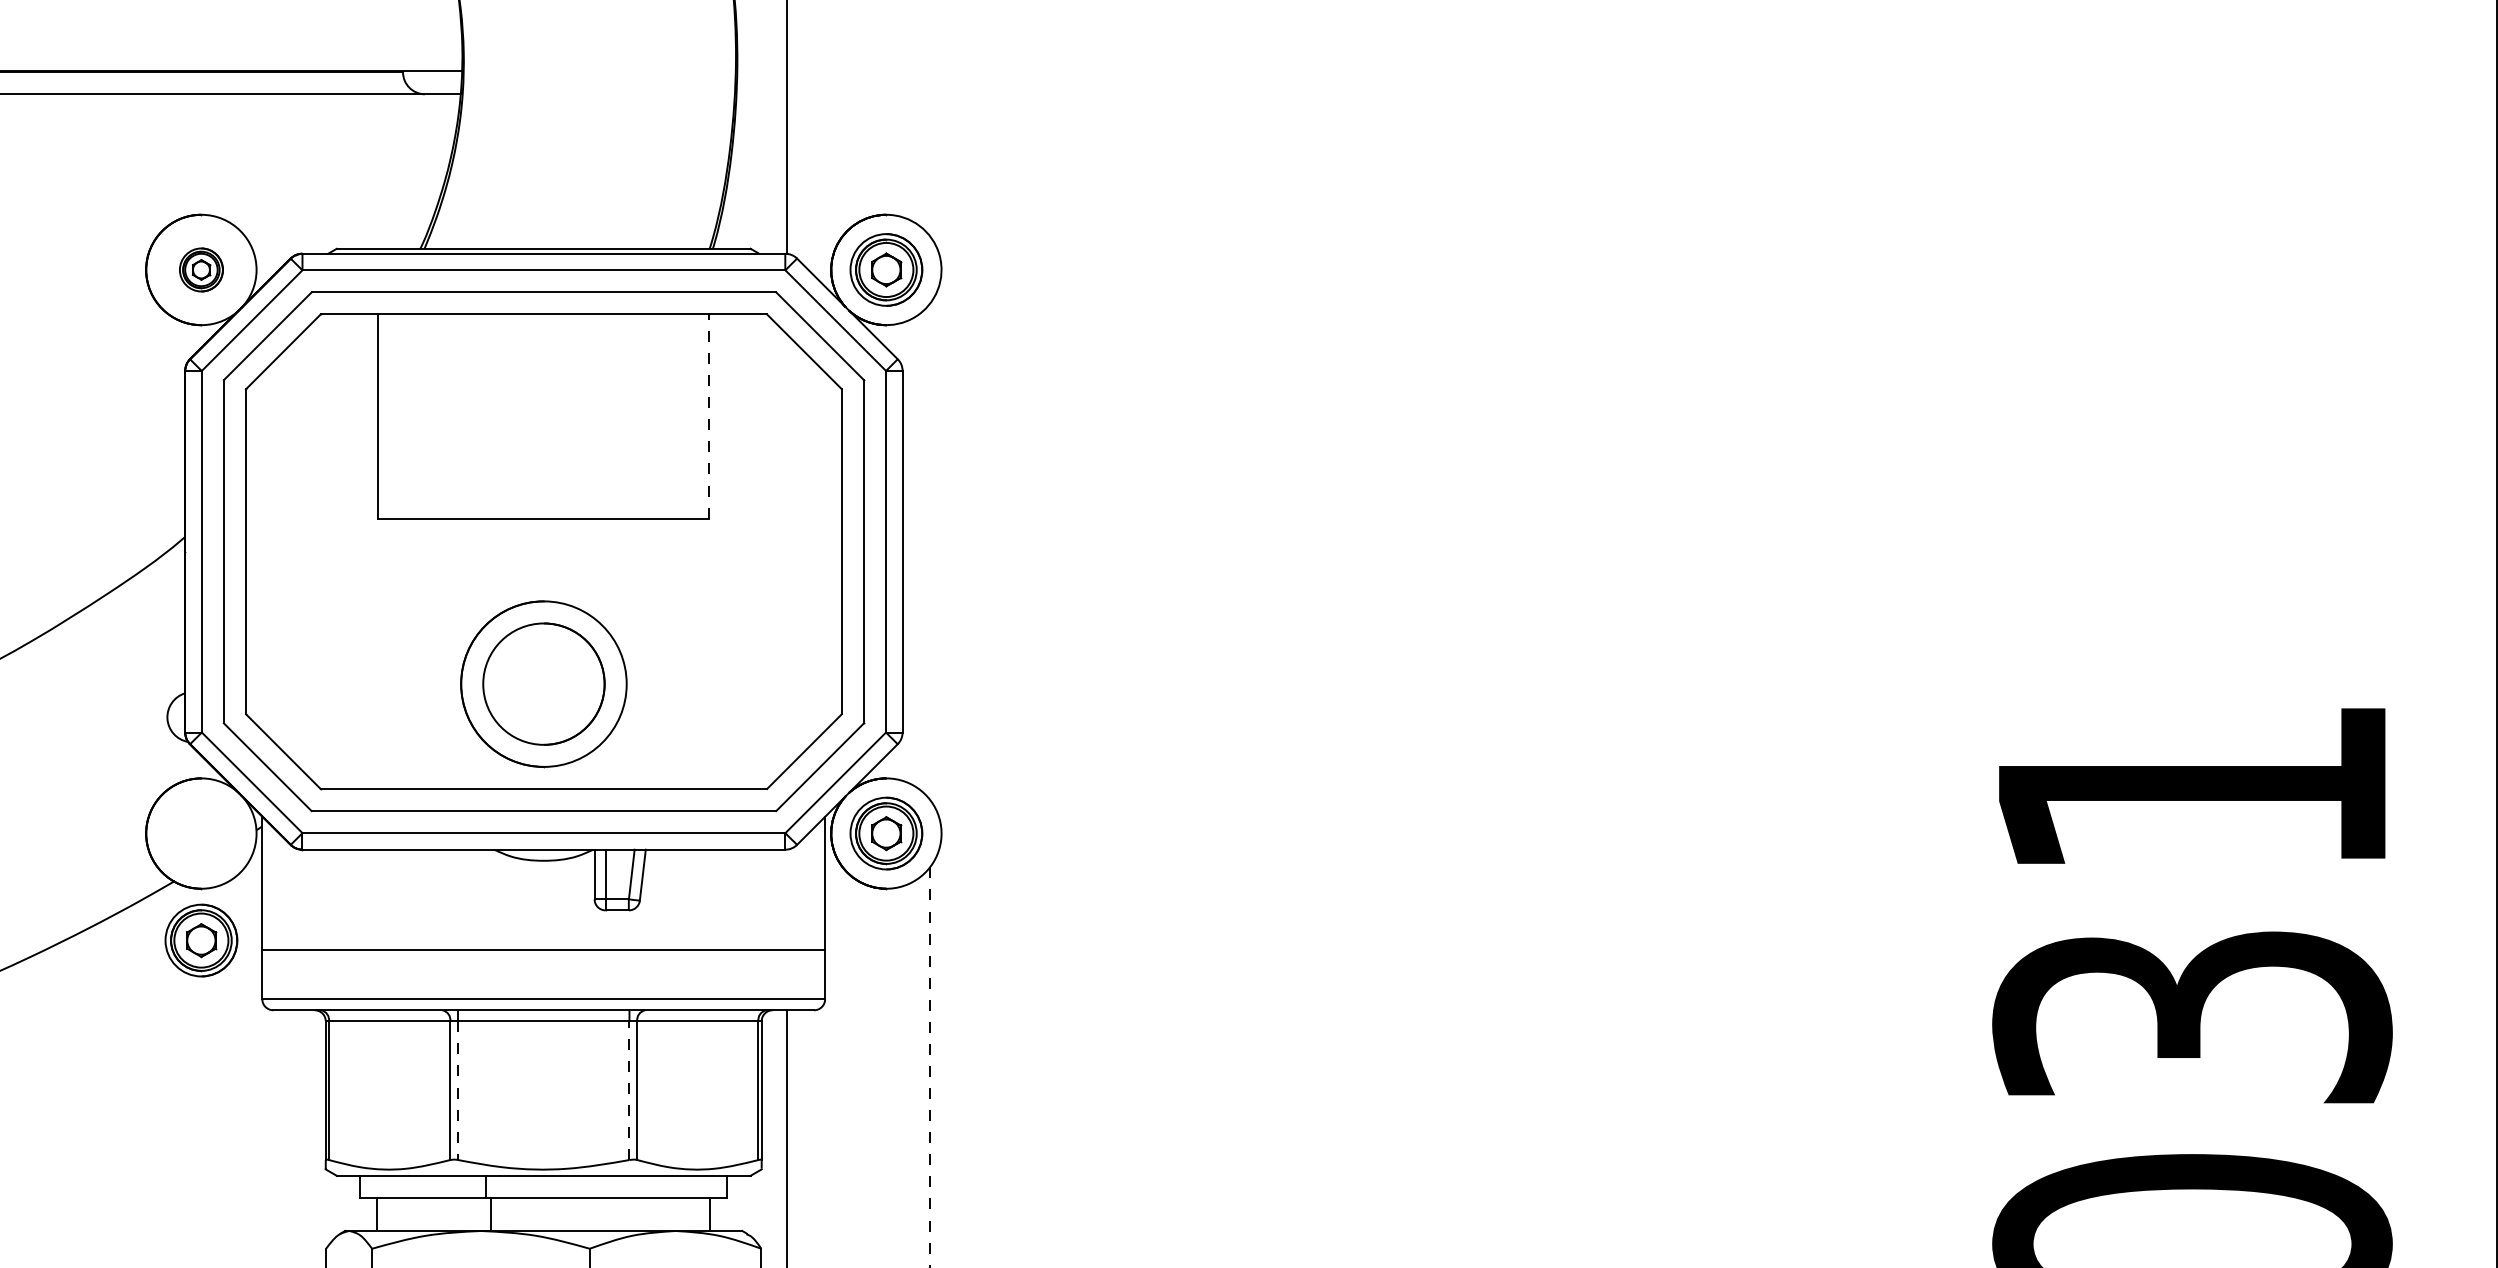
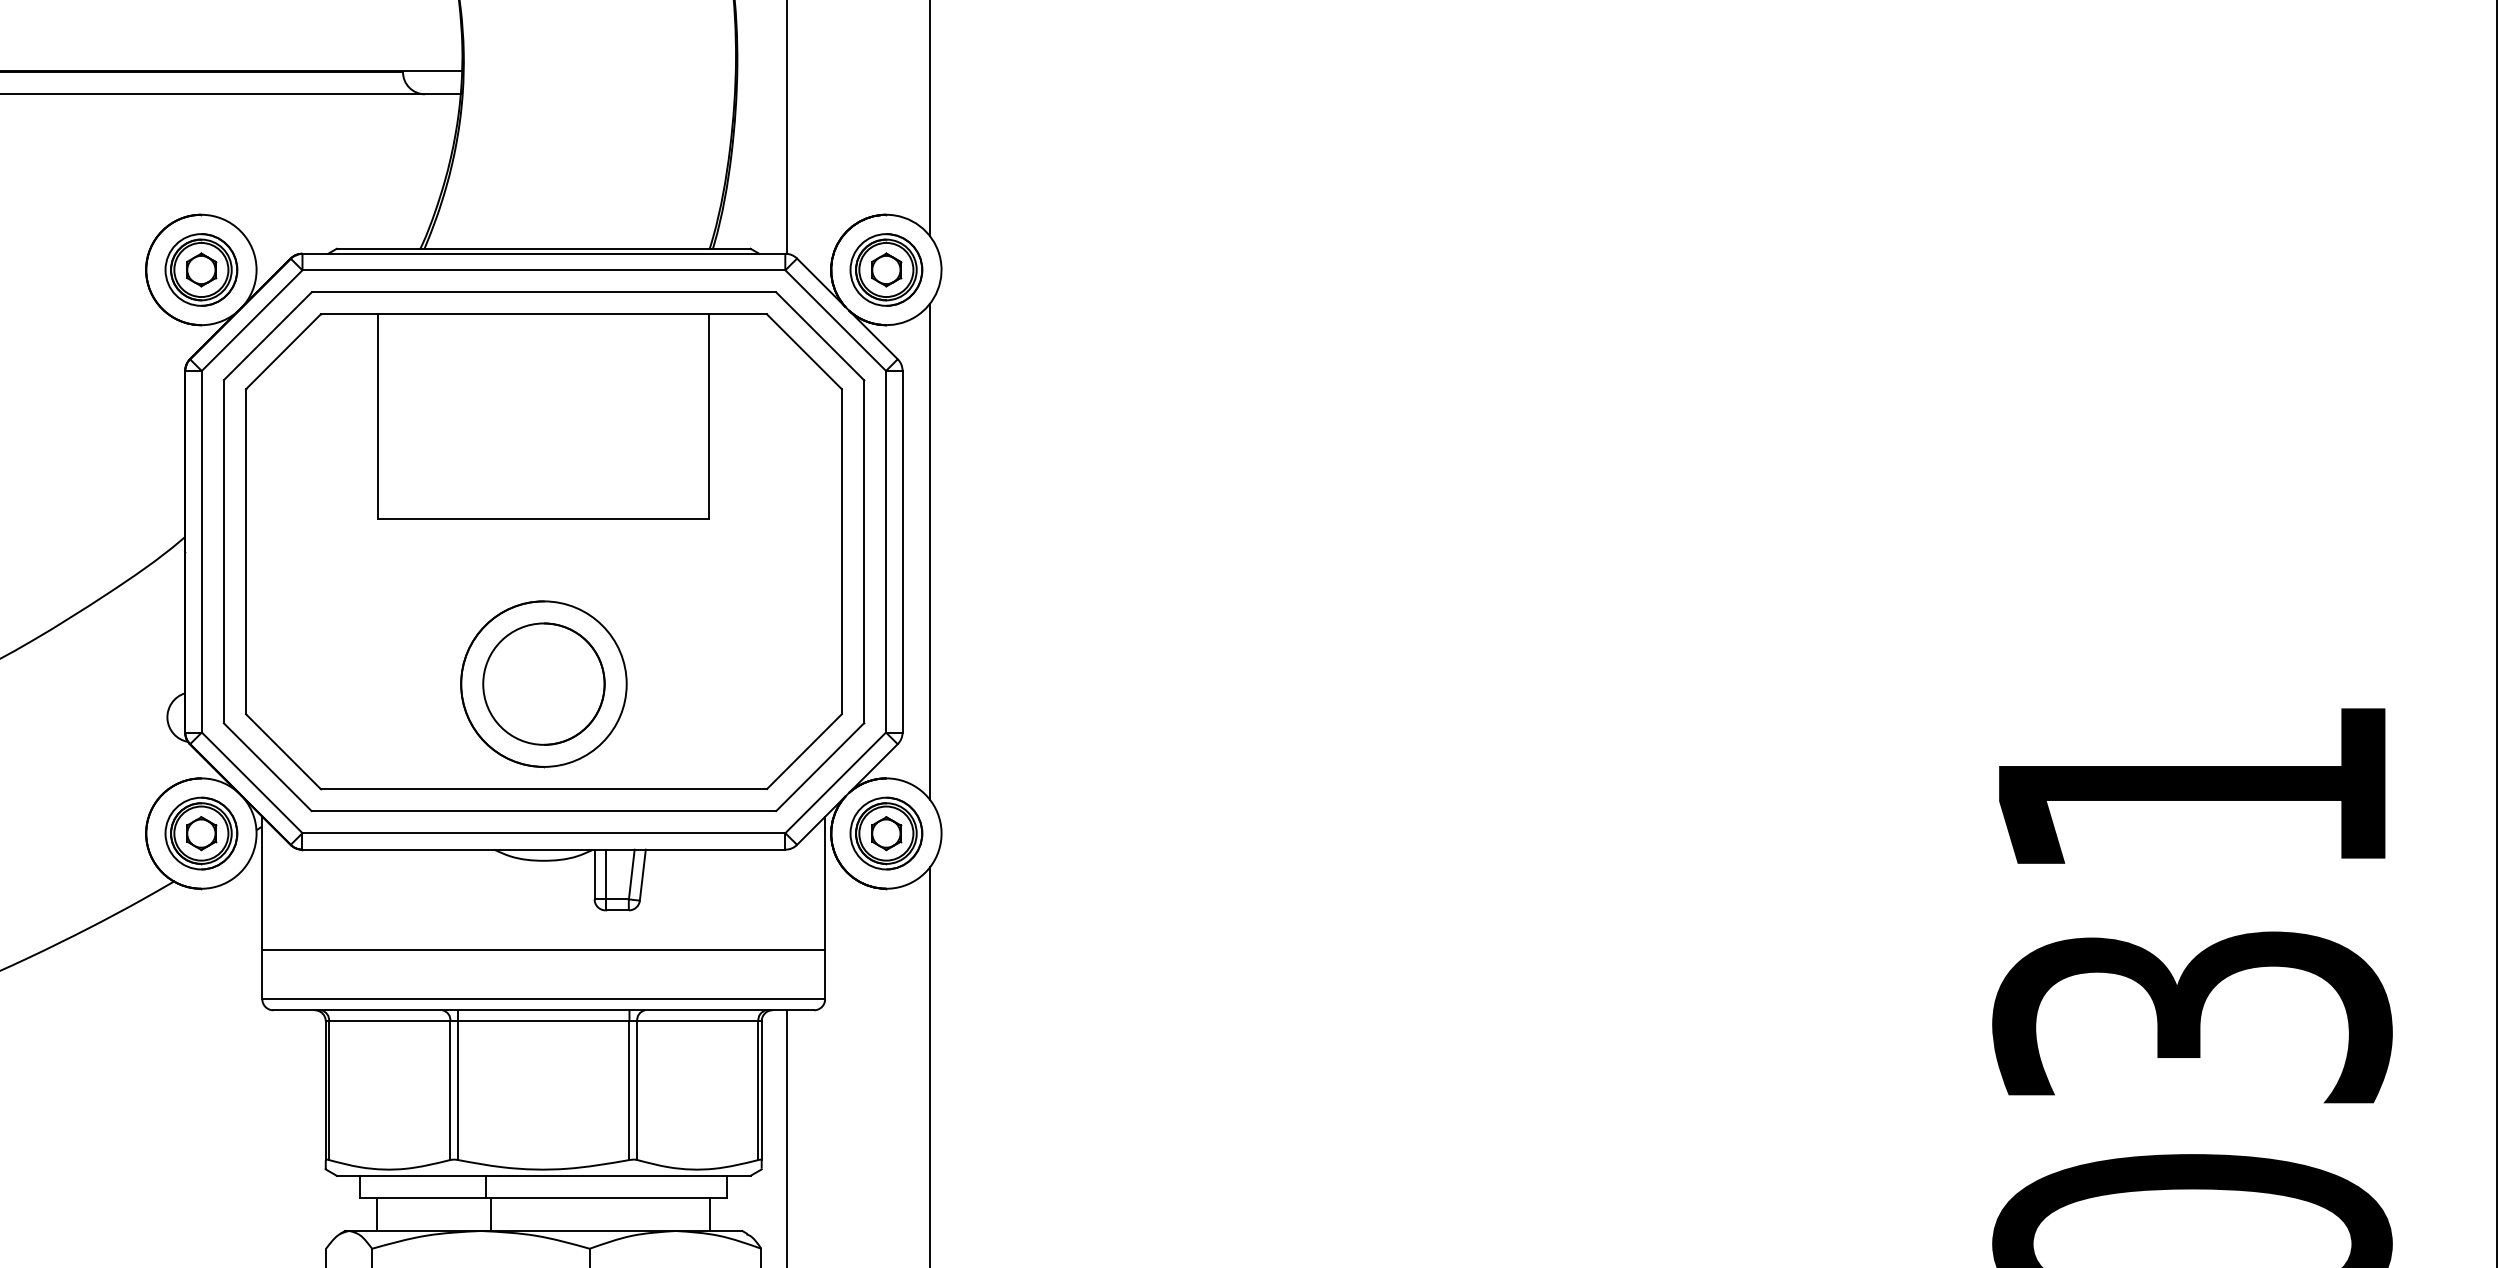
line at (929, 119): none -> present
part at (201, 269) size: 45x46 px -> 75x74 px
line at (709, 416): dashed -> solid
line at (929, 551): none -> present
part at (201, 940) position: (201, 940) -> (201, 833)
line at (929, 1067): dashed -> solid
line at (629, 1090): dashed -> solid
line at (458, 1091): dashed -> solid
